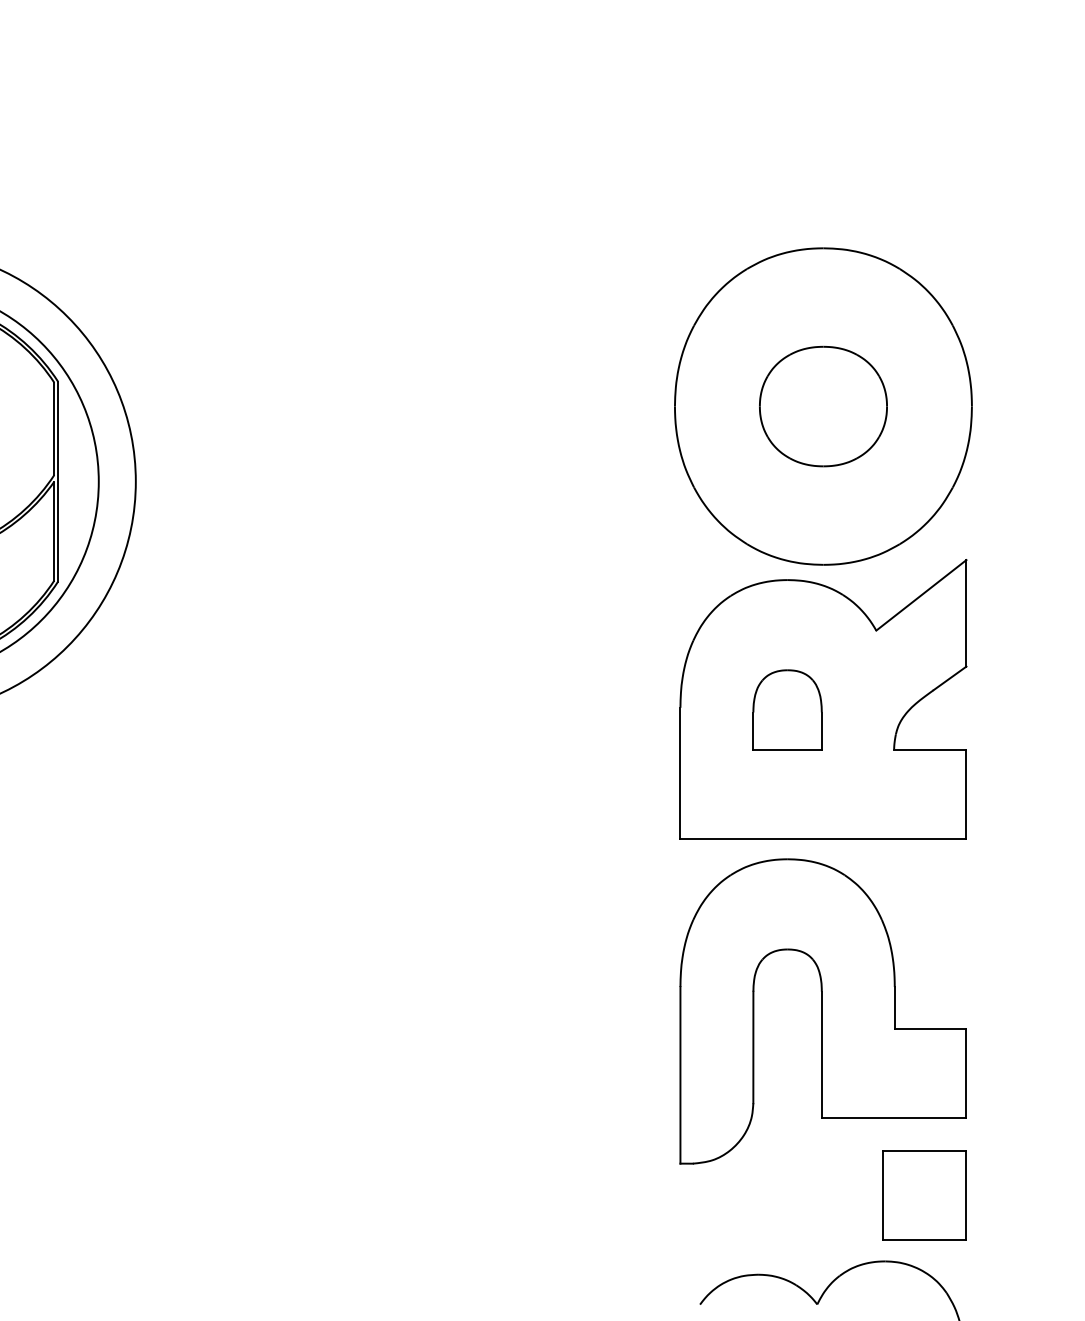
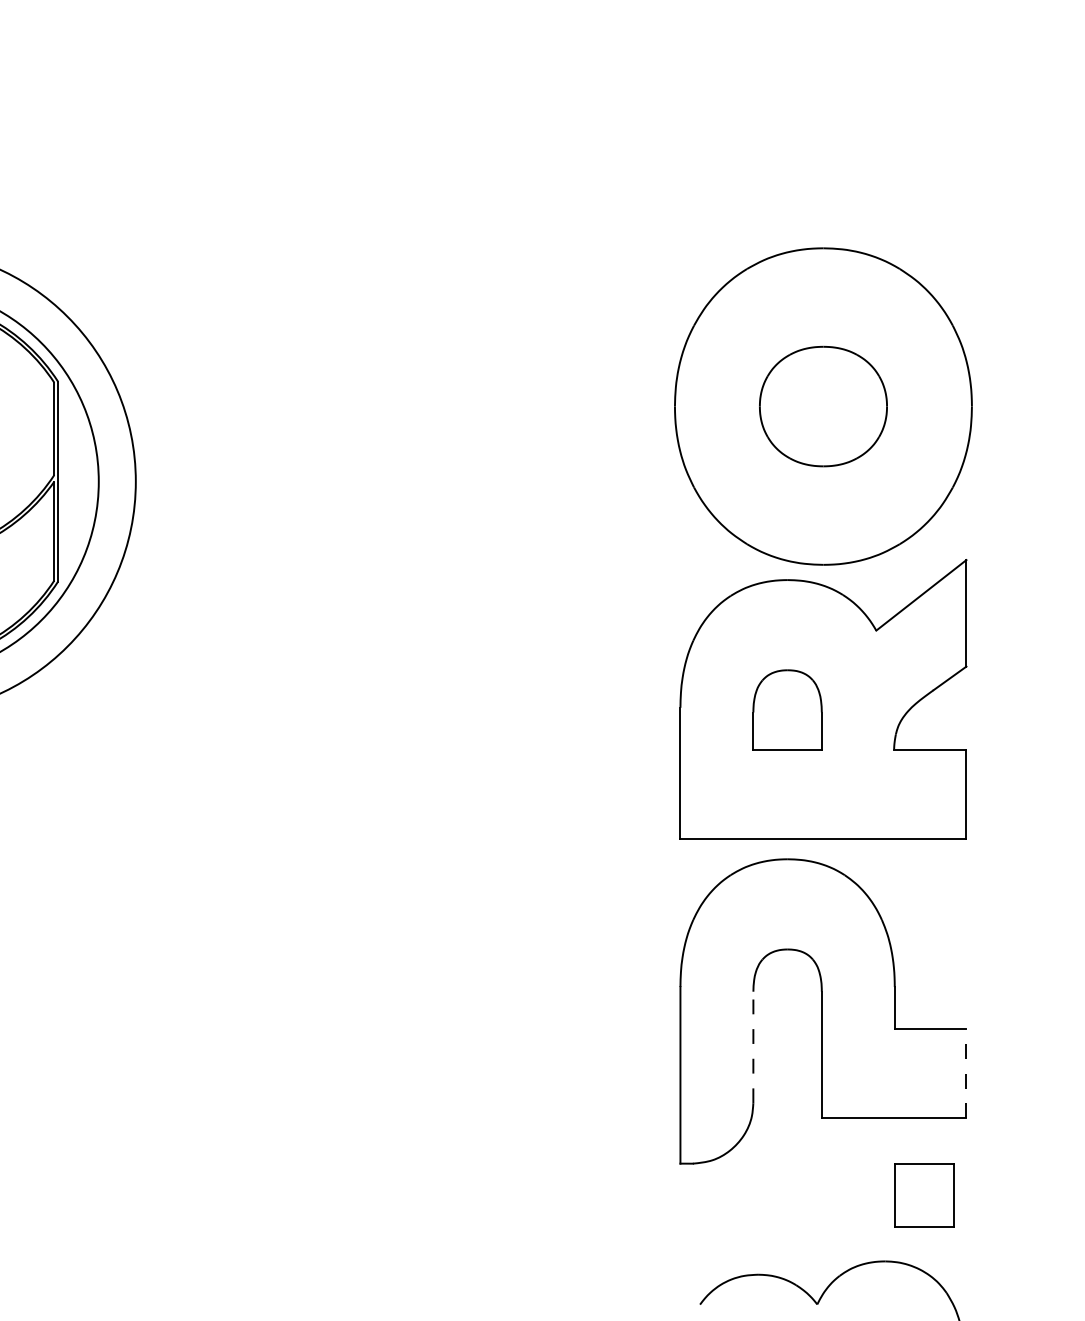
line at (753, 1047): solid -> dashed
line at (966, 1073): solid -> dashed
part at (924, 1195) size: 85x91 px -> 61x65 px
